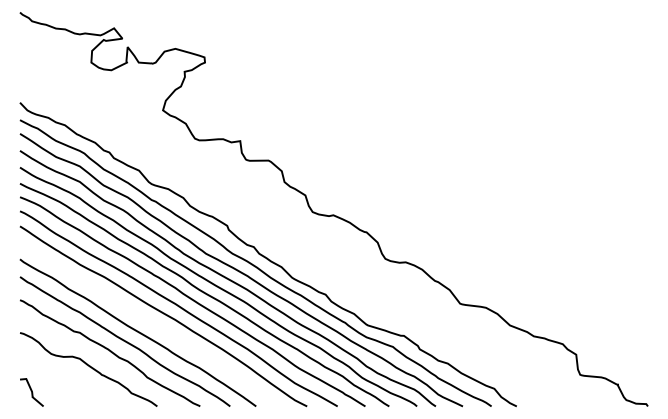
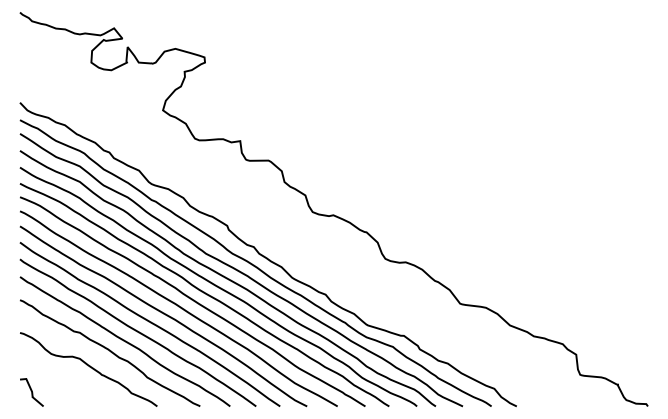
curve at (150, 323): none -> present
